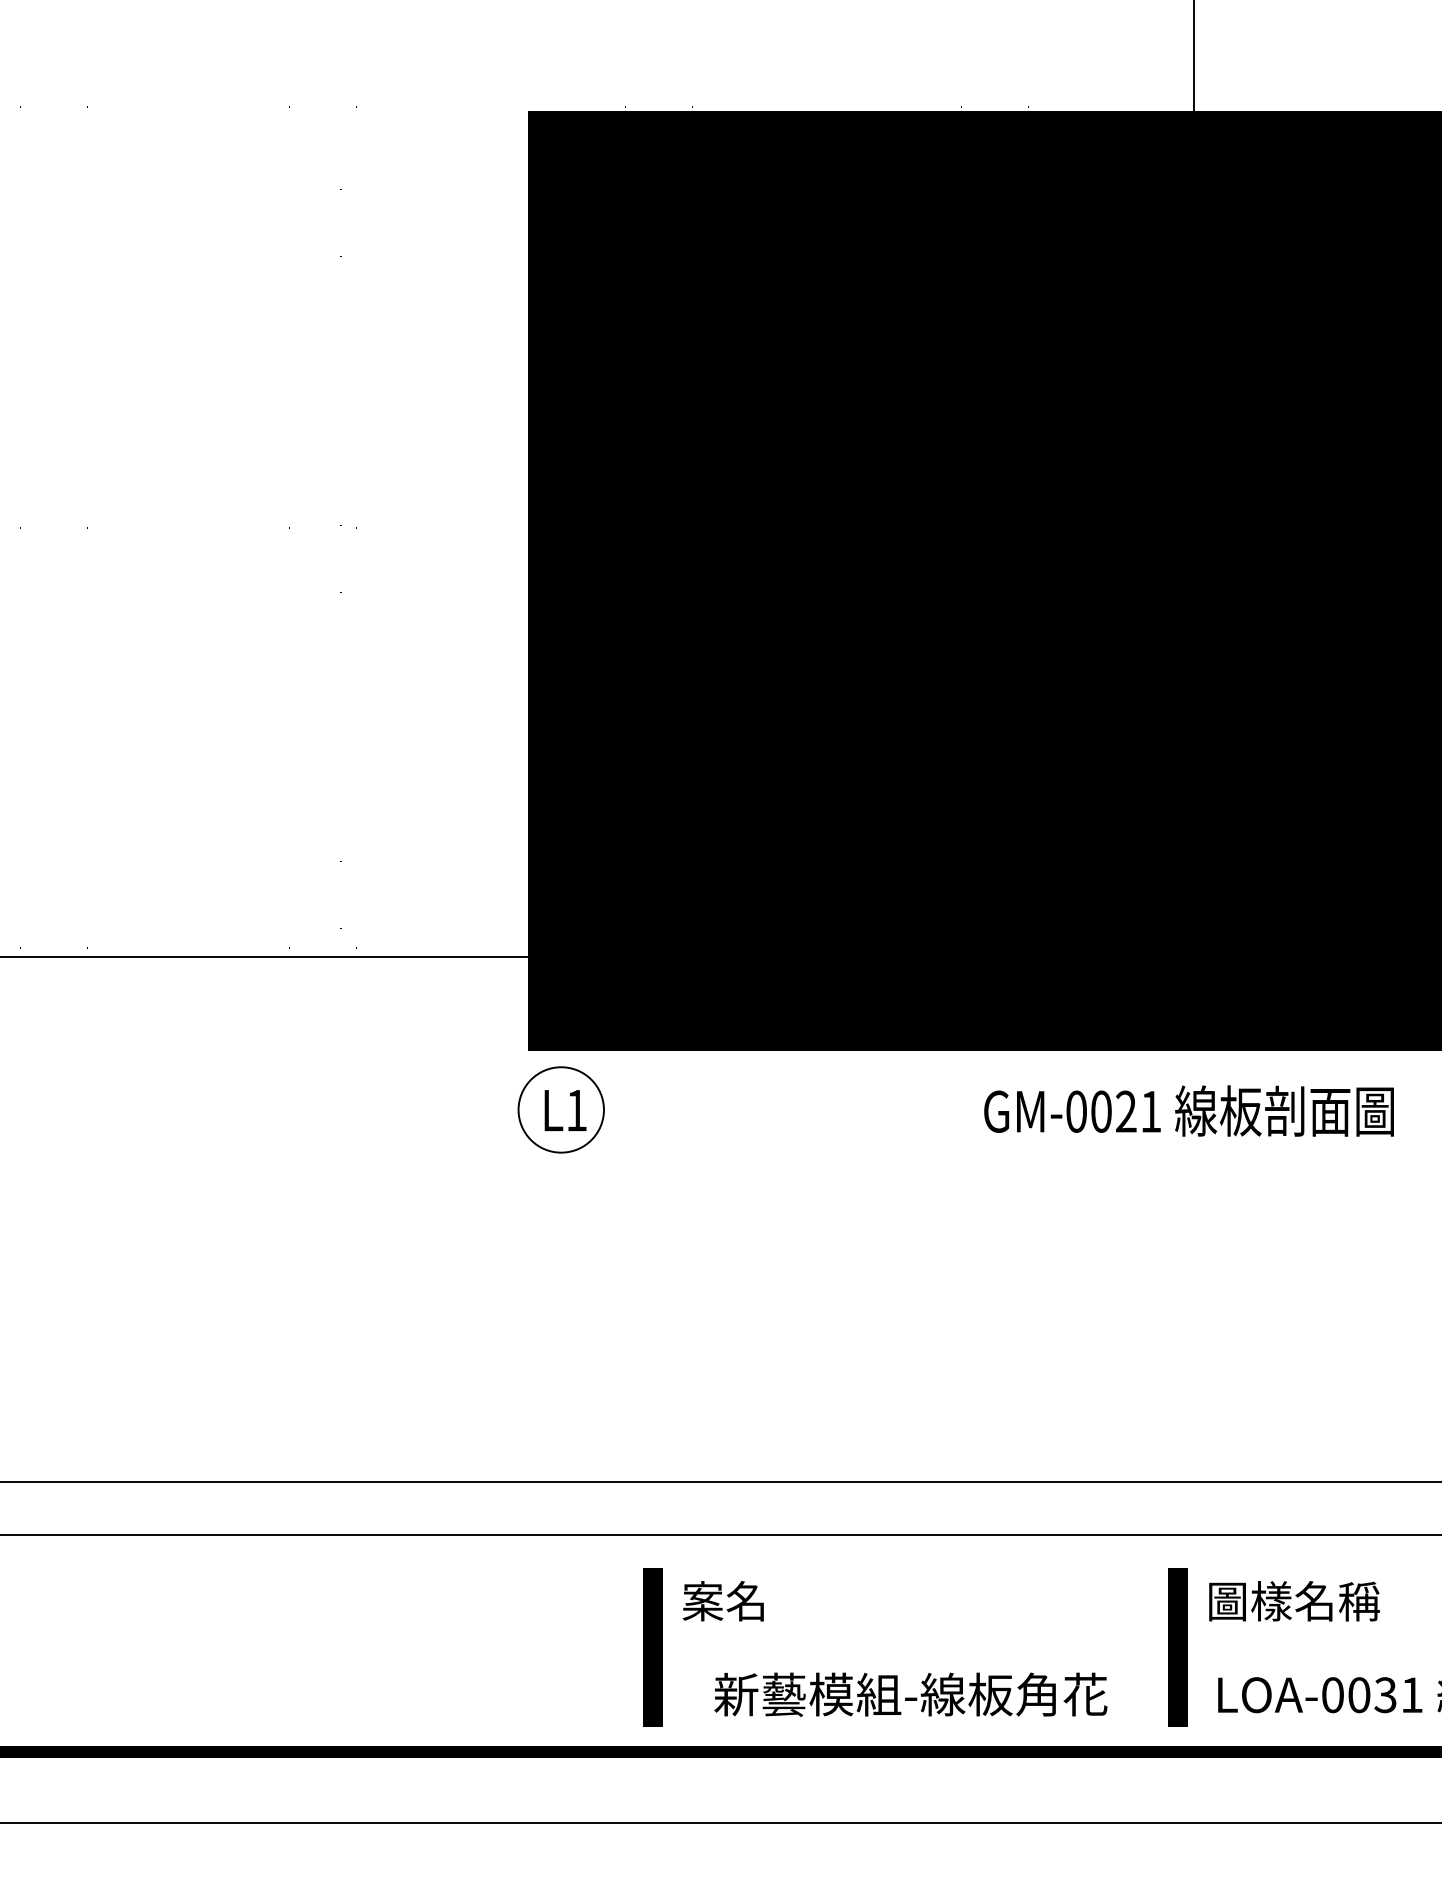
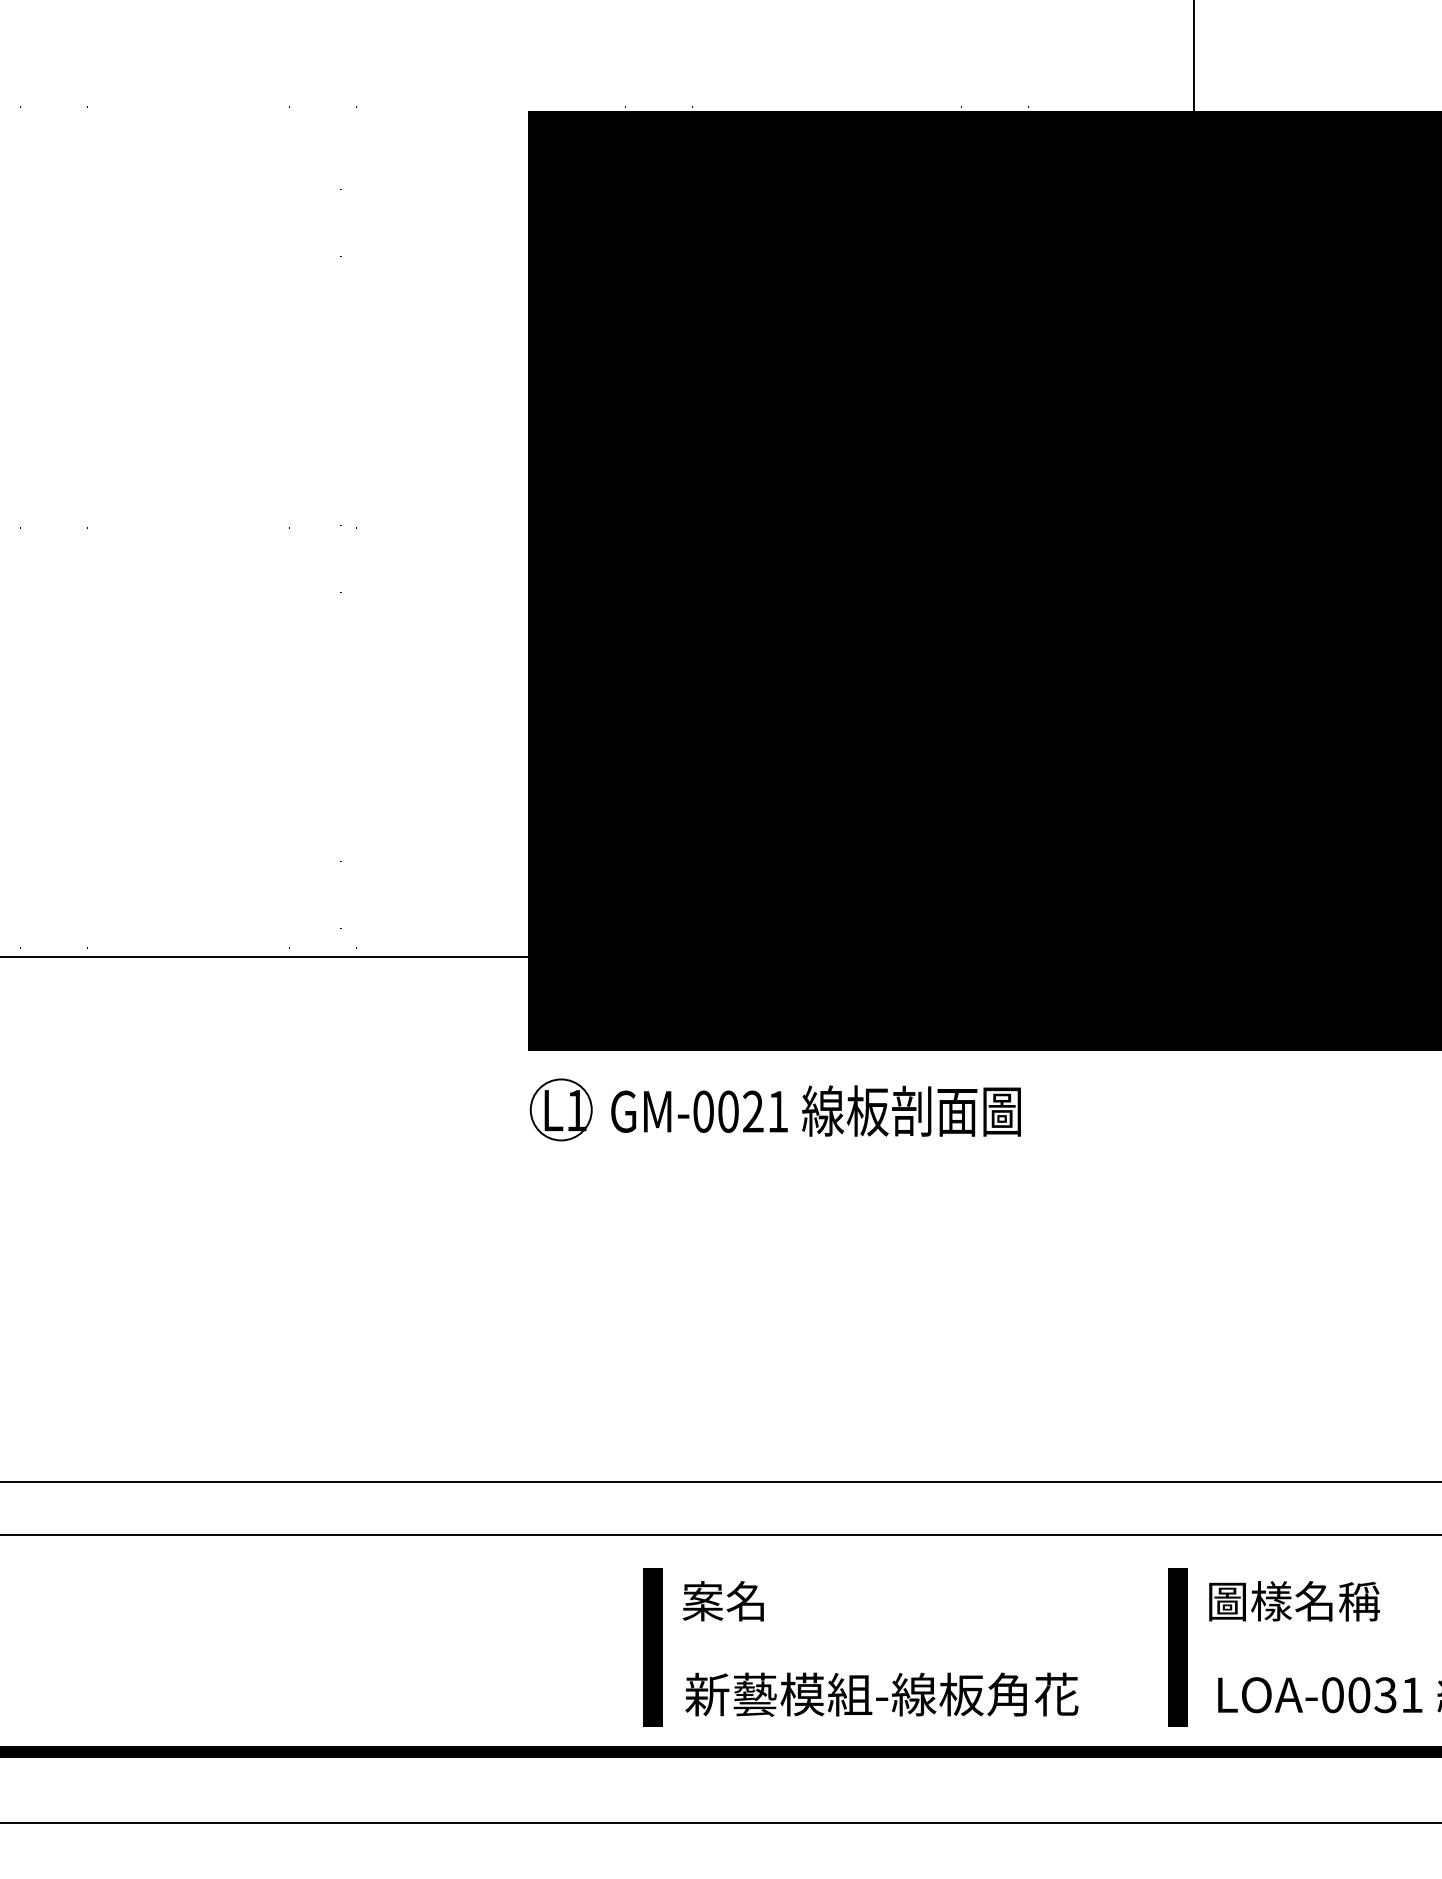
circle at (560, 1109) diameter: 85 px -> 61 px
text at (1188, 1110) position: (1188, 1110) -> (815, 1110)
text at (910, 1694) position: (910, 1694) -> (881, 1694)
